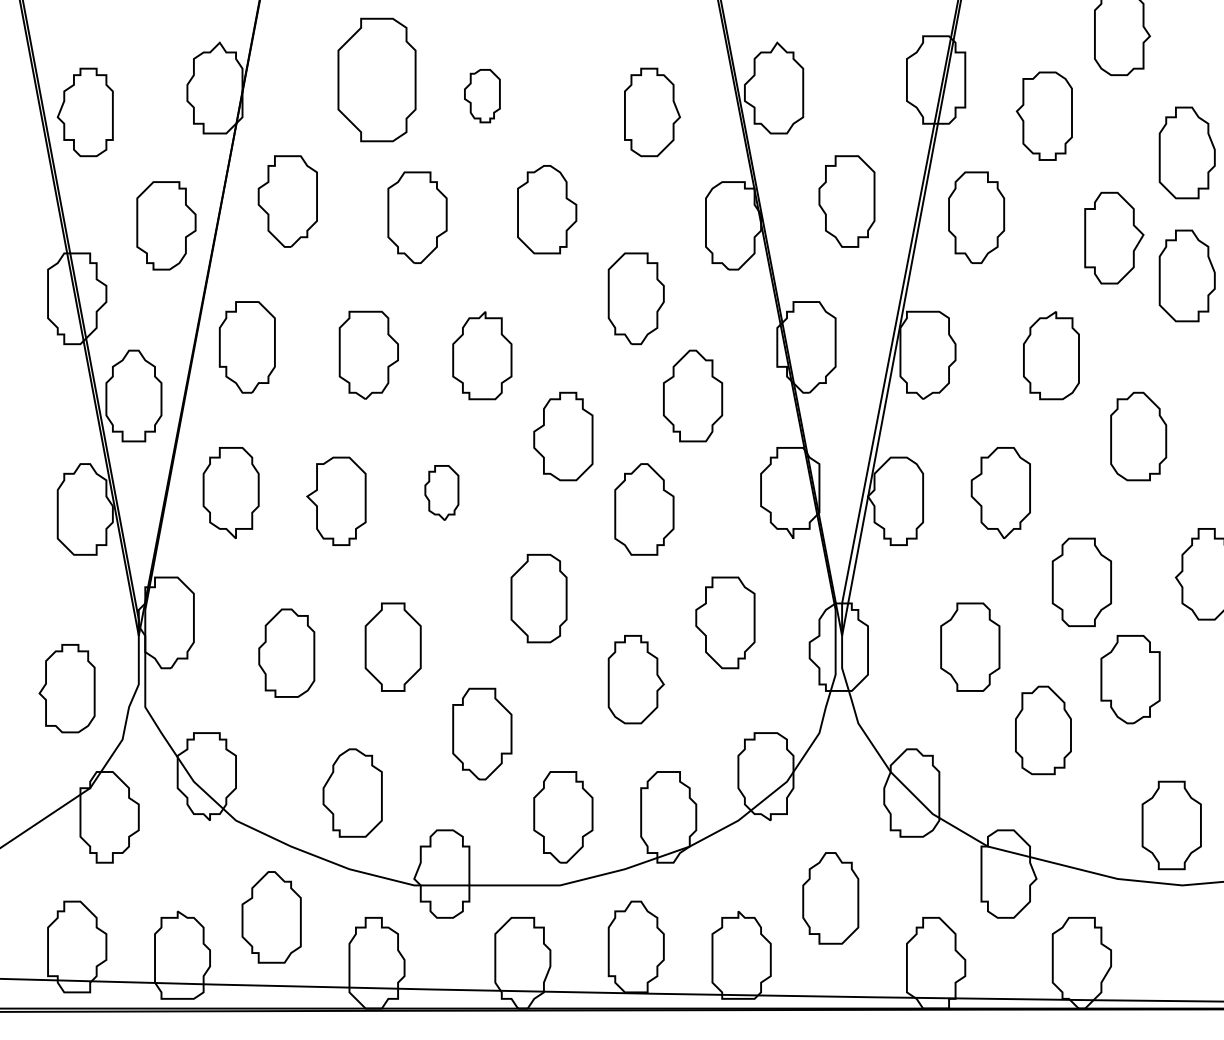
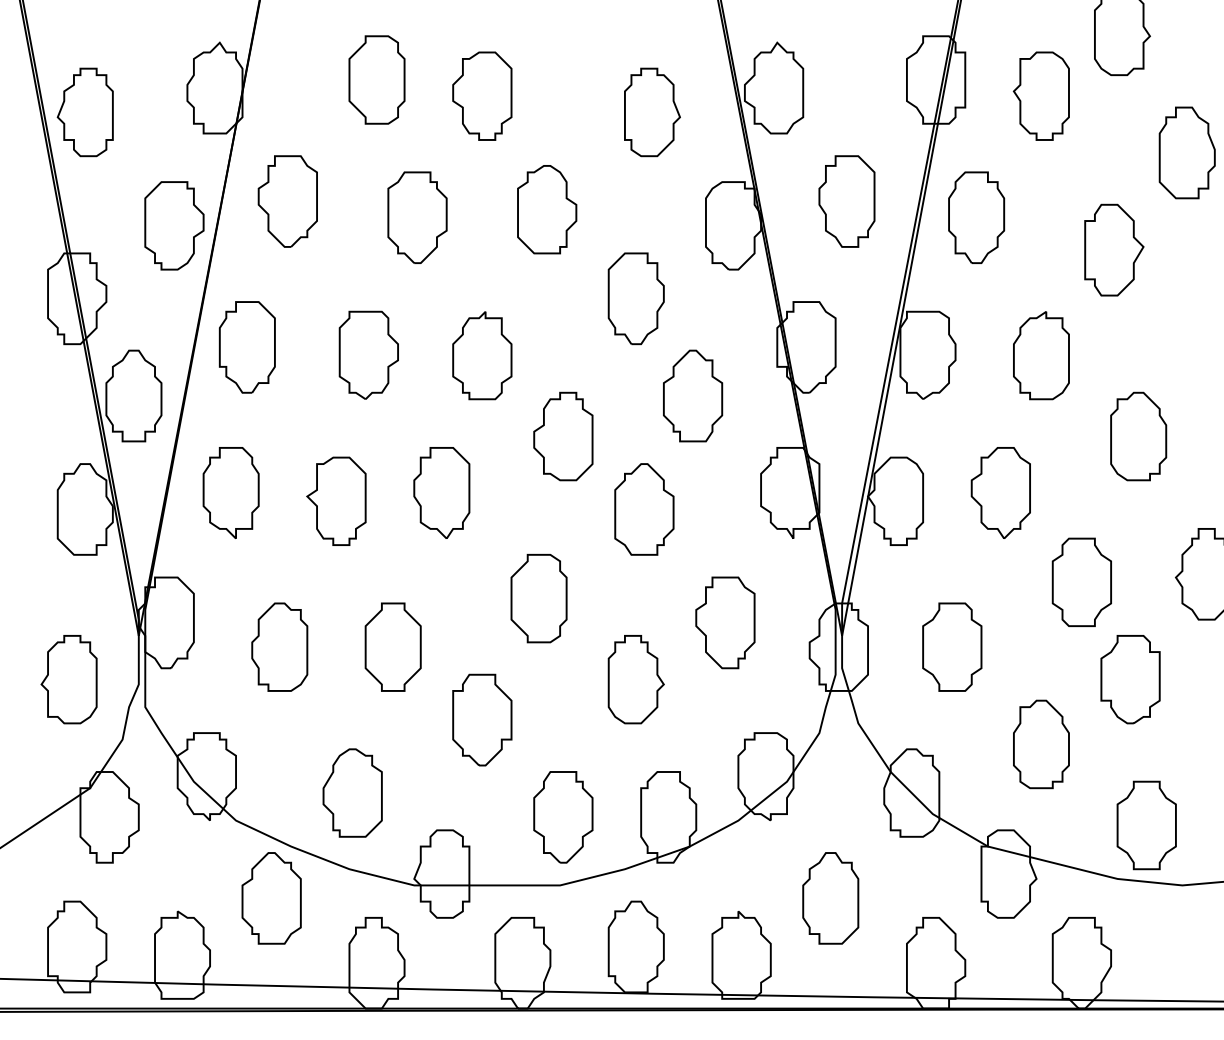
part at (376, 79) size: 80x126 px -> 58x90 px
part at (482, 96) size: 37x55 px -> 61x90 px
part at (1043, 115) position: (1043, 115) -> (1040, 95)
part at (166, 225) position: (166, 225) -> (174, 225)
part at (1114, 237) position: (1114, 237) -> (1114, 249)
part at (1186, 275): present -> none
part at (1051, 355) position: (1051, 355) -> (1041, 355)
part at (441, 492) size: 36x56 px -> 58x92 px
part at (970, 646) position: (970, 646) -> (952, 646)
part at (286, 652) position: (286, 652) -> (279, 646)
part at (66, 688) position: (66, 688) -> (68, 679)
part at (1043, 730) position: (1043, 730) -> (1041, 744)
part at (482, 733) position: (482, 733) -> (482, 719)
part at (1171, 825) position: (1171, 825) -> (1146, 825)
part at (271, 917) position: (271, 917) -> (271, 898)
